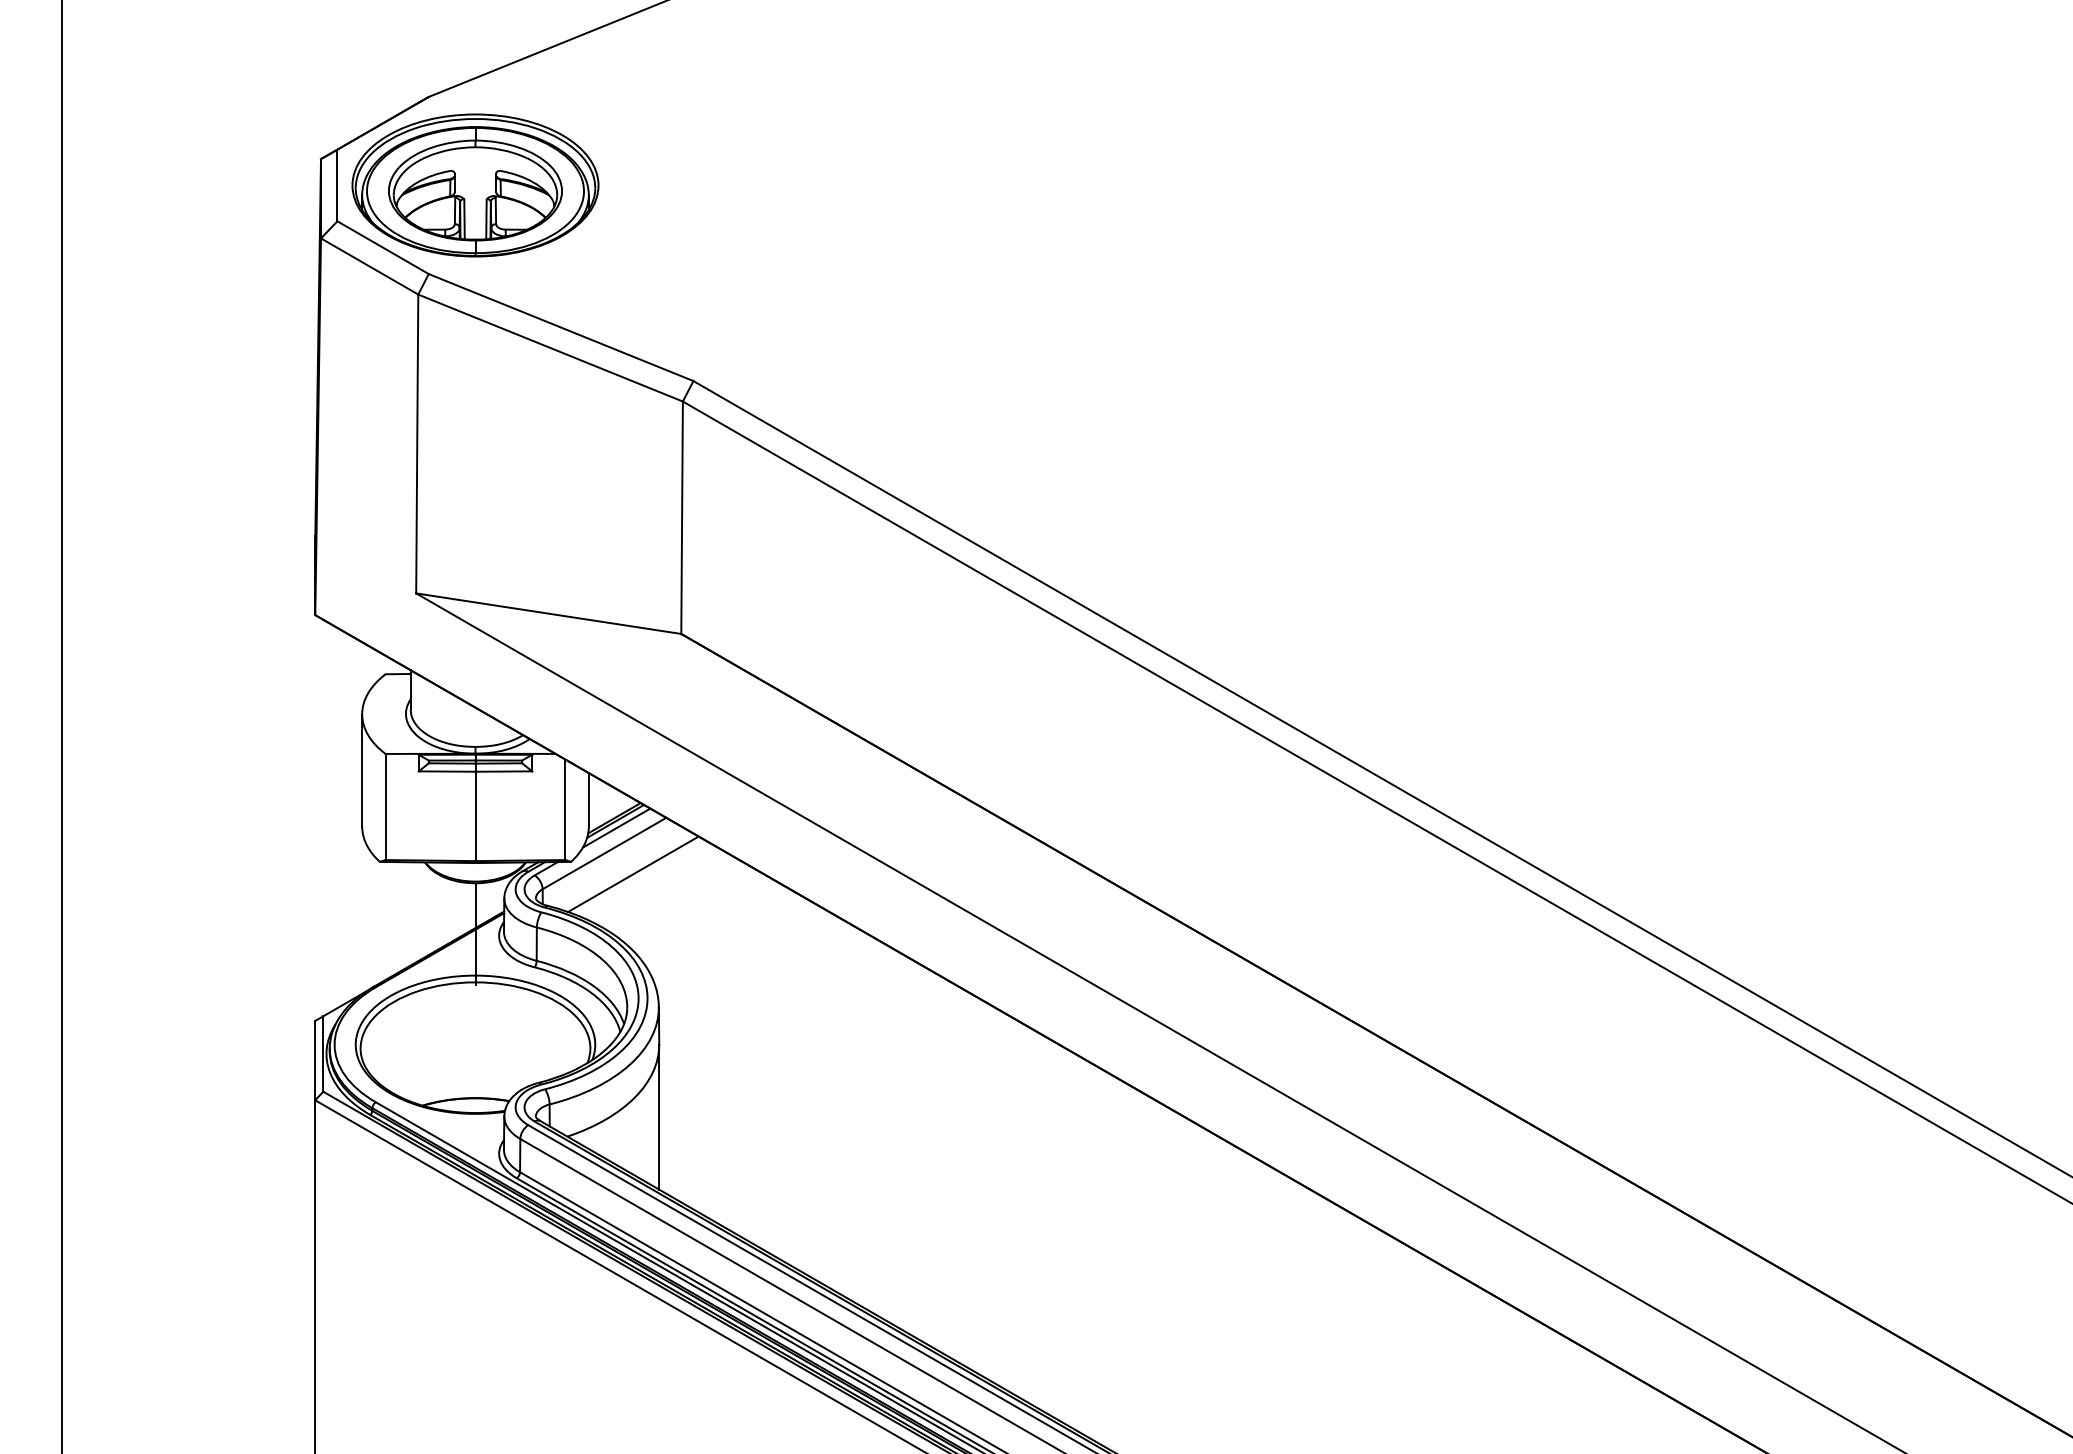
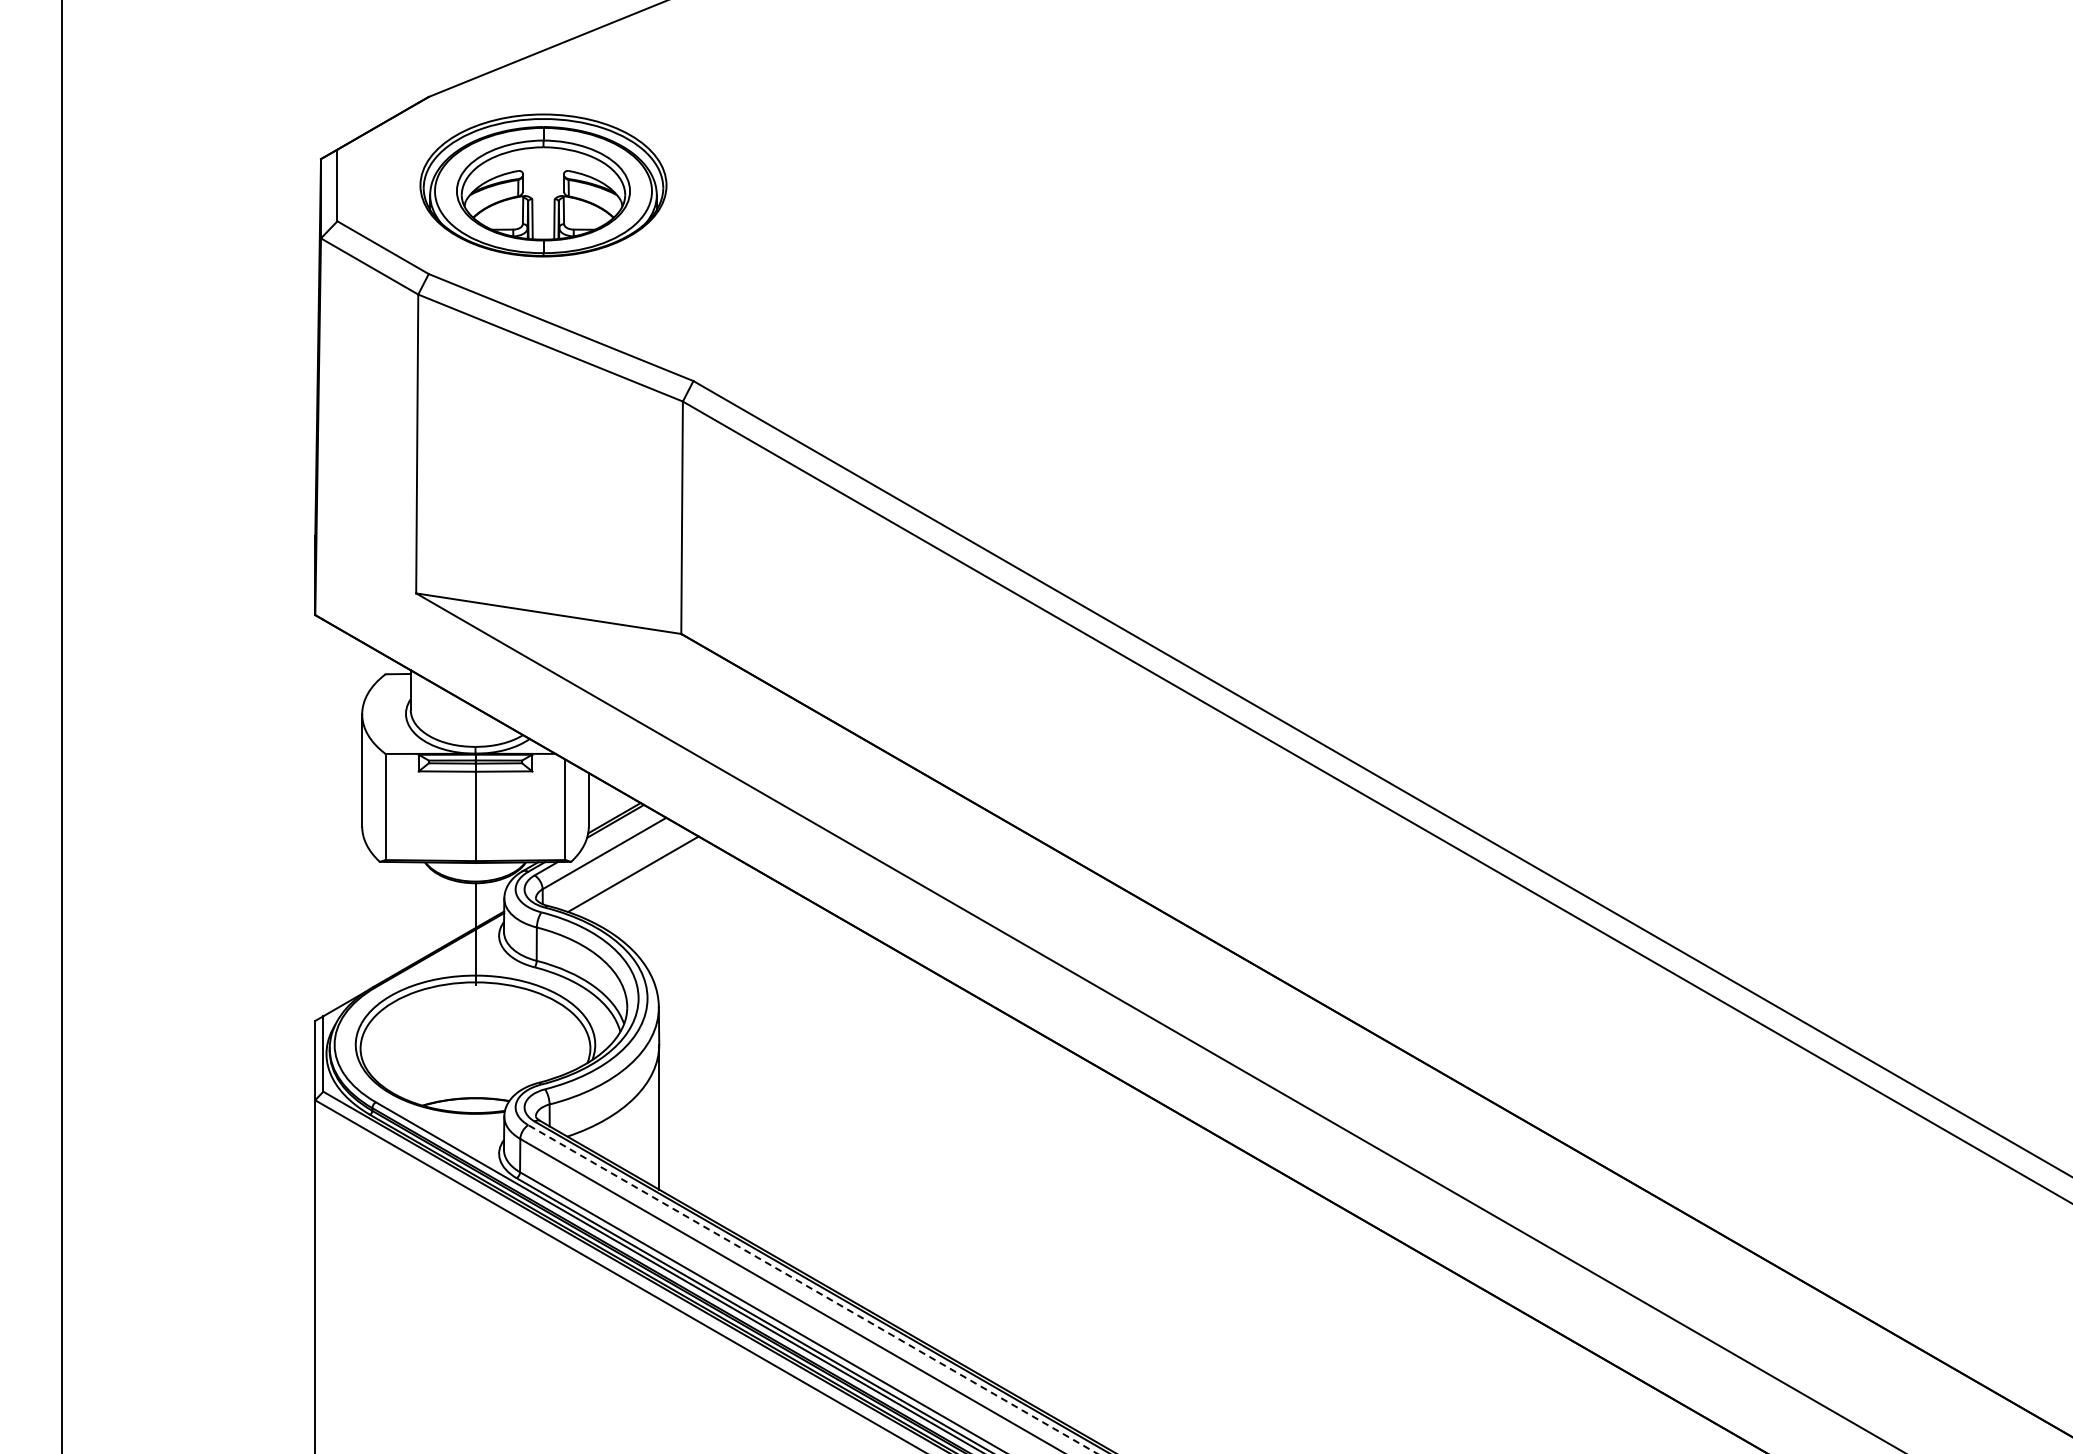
part at (475, 185) position: (475, 185) -> (543, 185)
line at (616, 827): present -> none
line at (812, 1289): solid -> dashed
